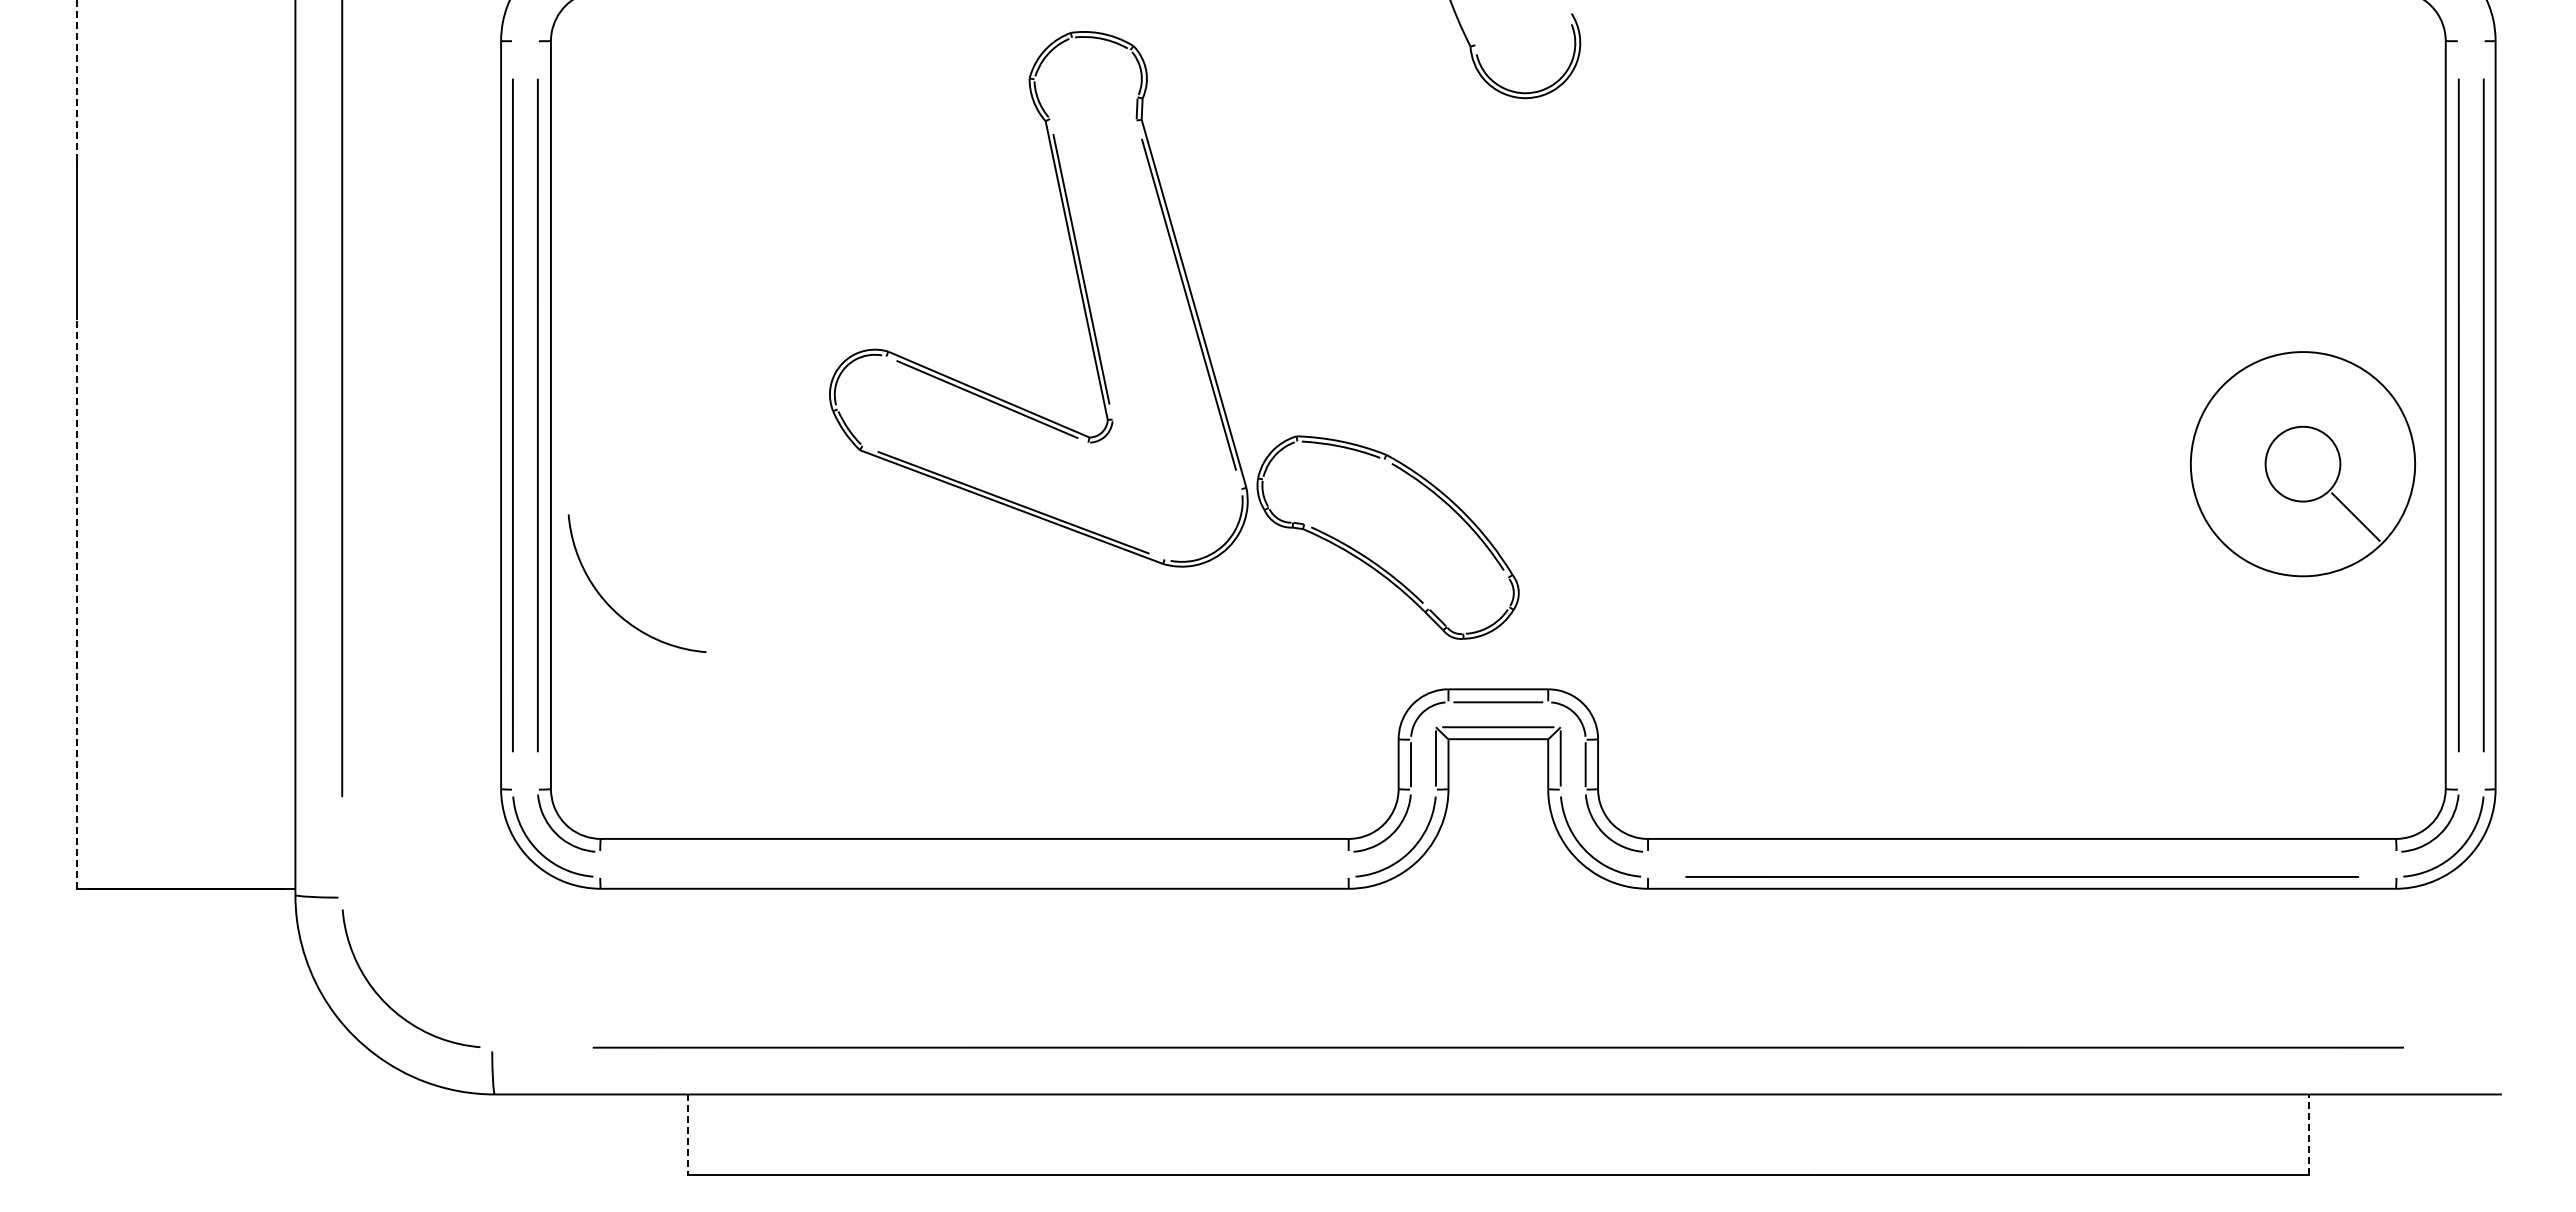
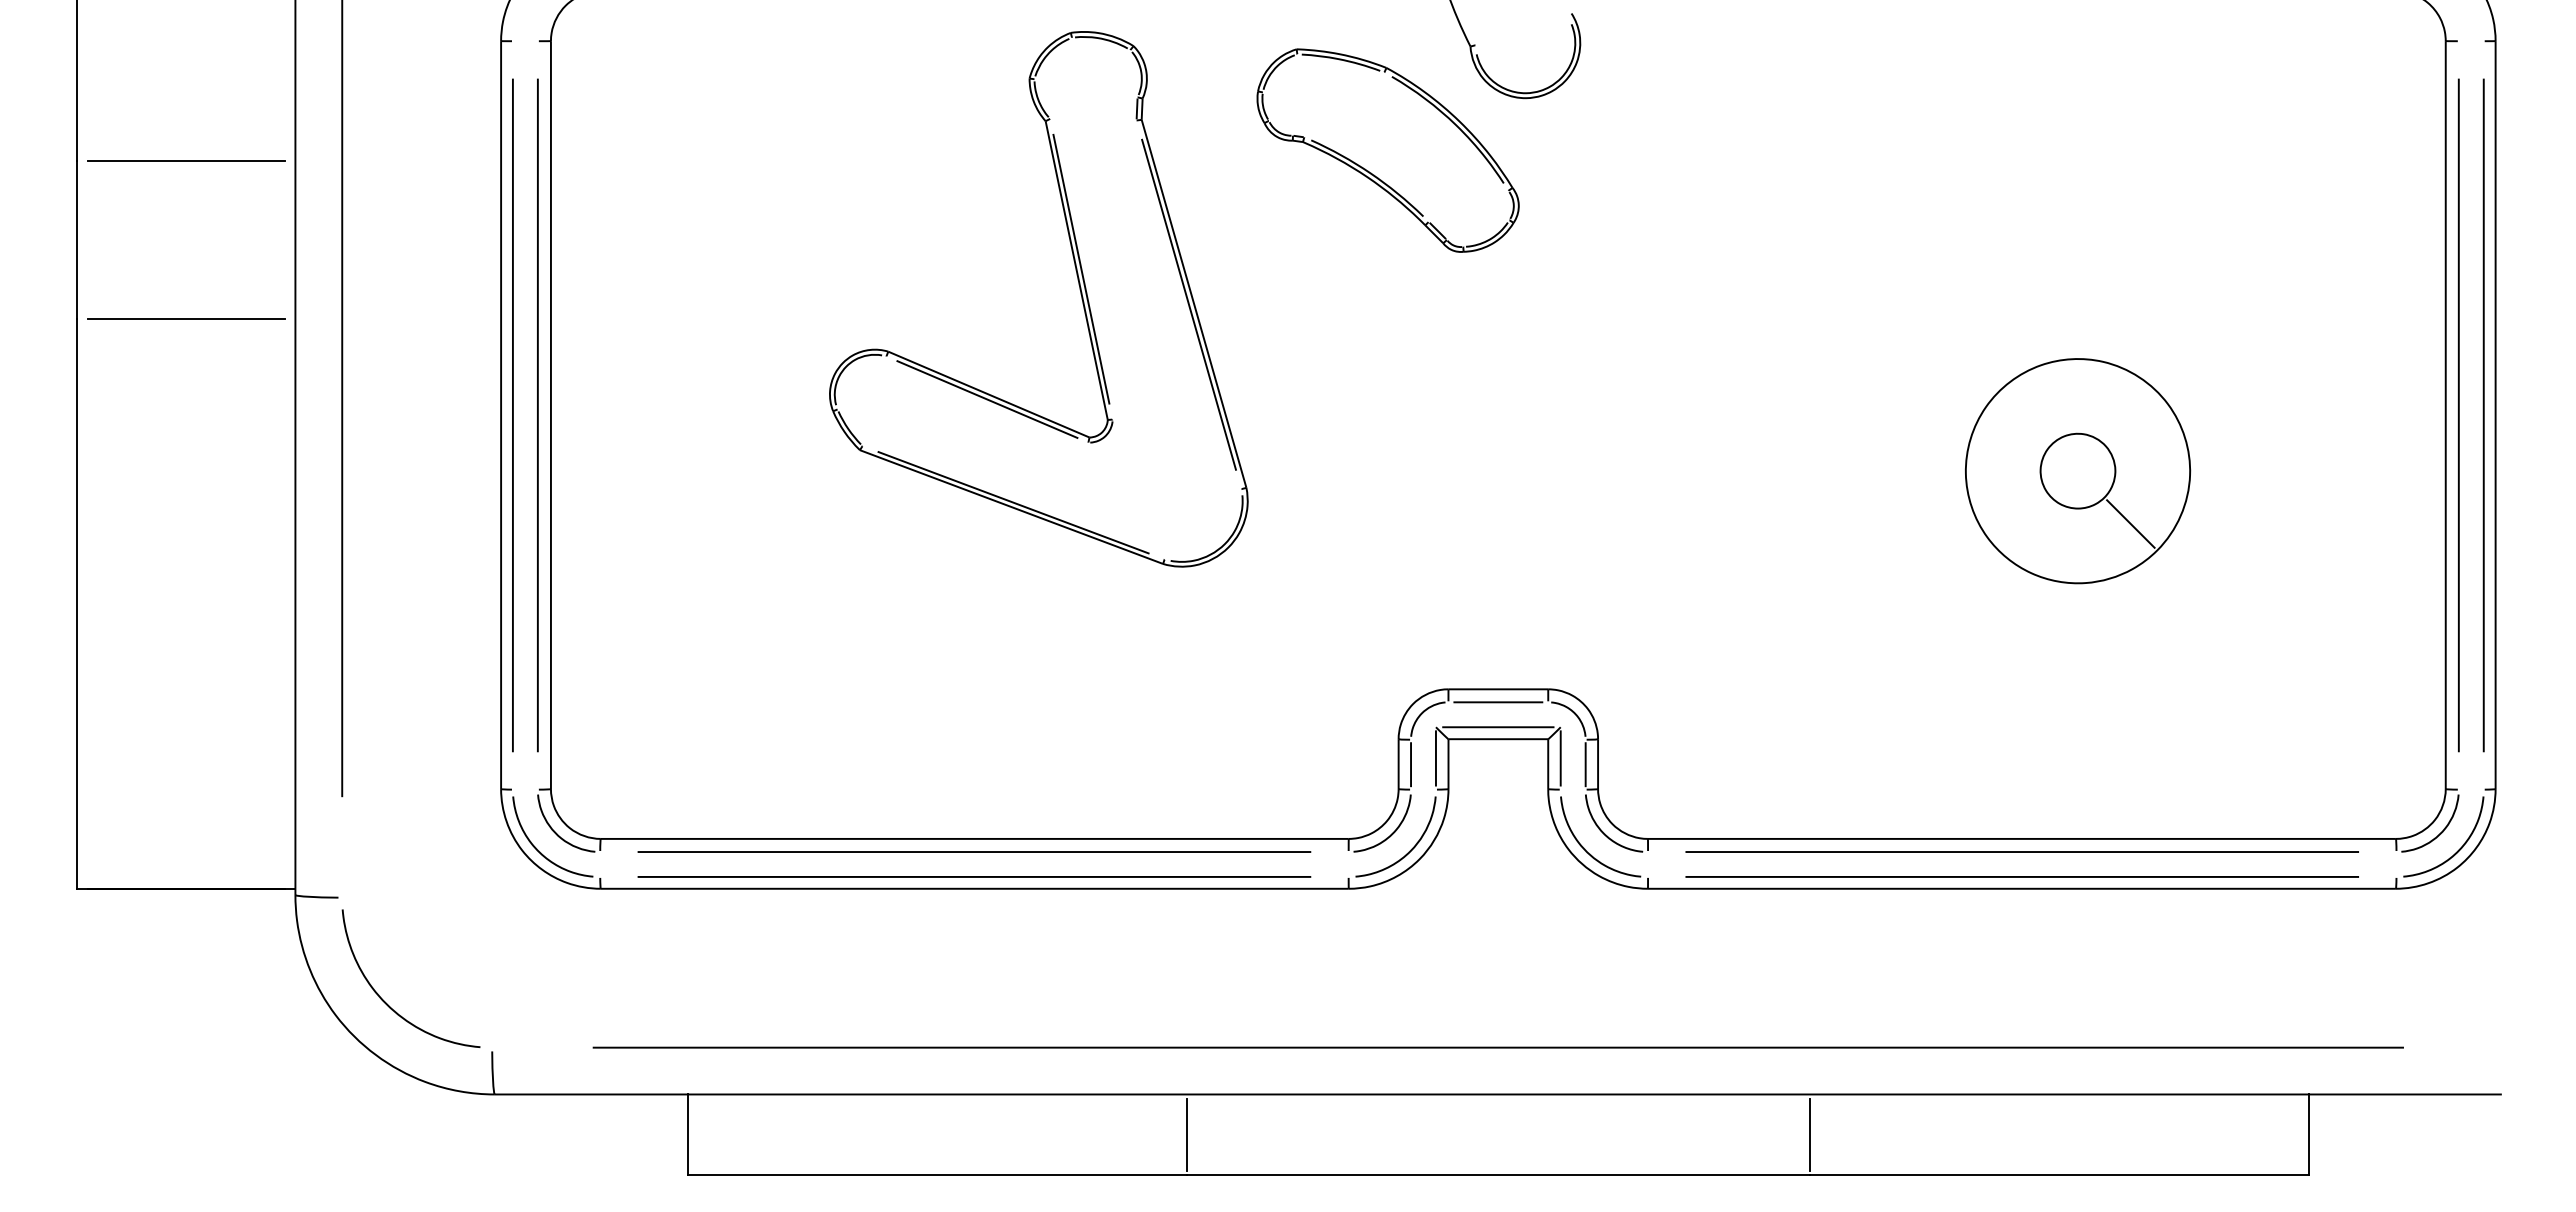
line at (77, 80): dashed -> solid
line at (186, 160): none -> present
line at (186, 318): none -> present
part at (2303, 464) position: (2303, 464) -> (2078, 471)
part at (1387, 537) position: (1387, 537) -> (1387, 150)
line at (77, 603): dashed -> solid
curve at (612, 607): present -> none
line at (974, 851): none -> present
line at (2021, 851): none -> present
line at (974, 876): none -> present
line at (688, 1134): dashed -> solid
line at (1186, 1134): none -> present
line at (1810, 1134): none -> present
line at (2308, 1134): dashed -> solid
